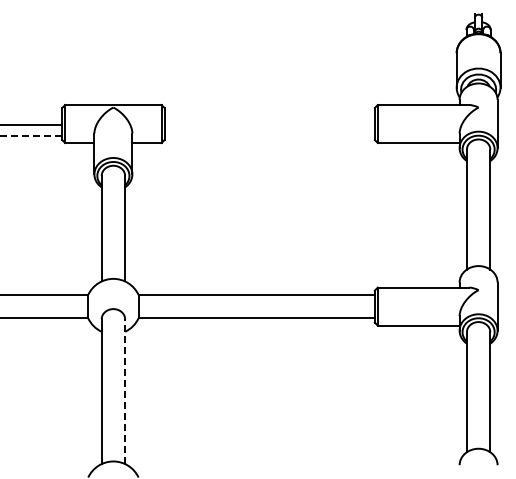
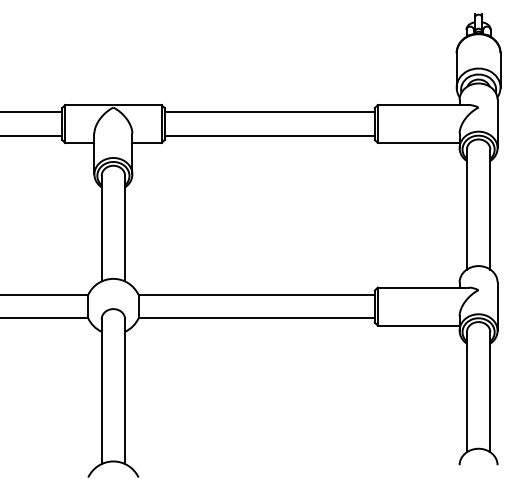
line at (269, 112): none -> present
line at (32, 125) position: (32, 125) -> (32, 112)
line at (31, 135): dashed -> solid
line at (269, 135): none -> present
line at (125, 391): dashed -> solid
